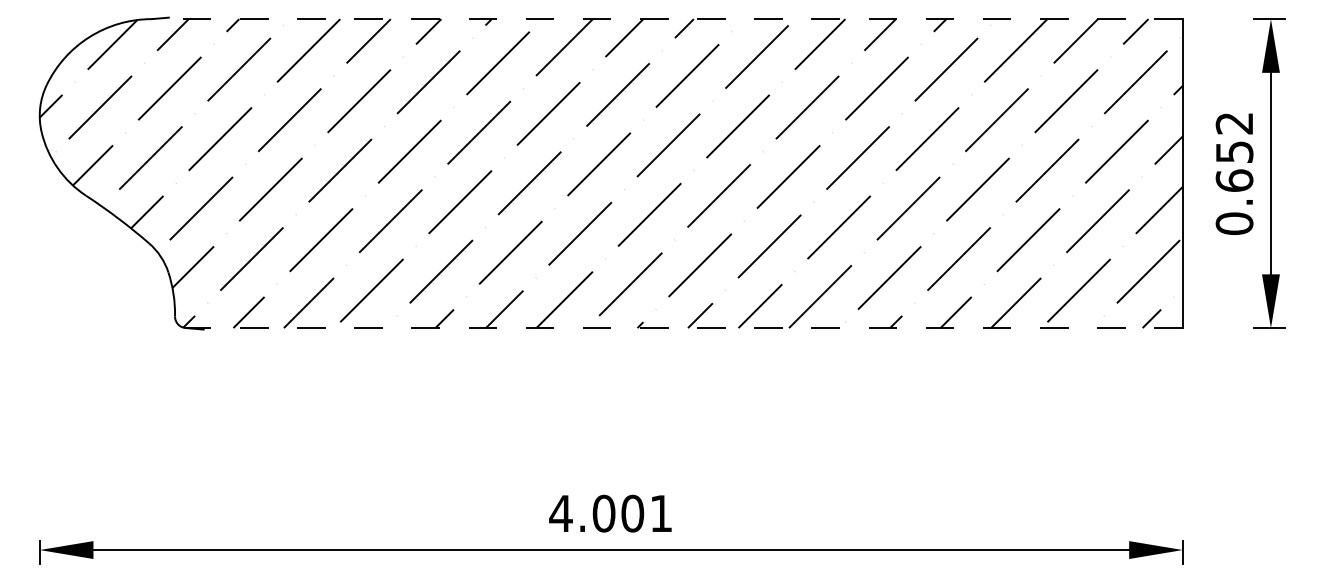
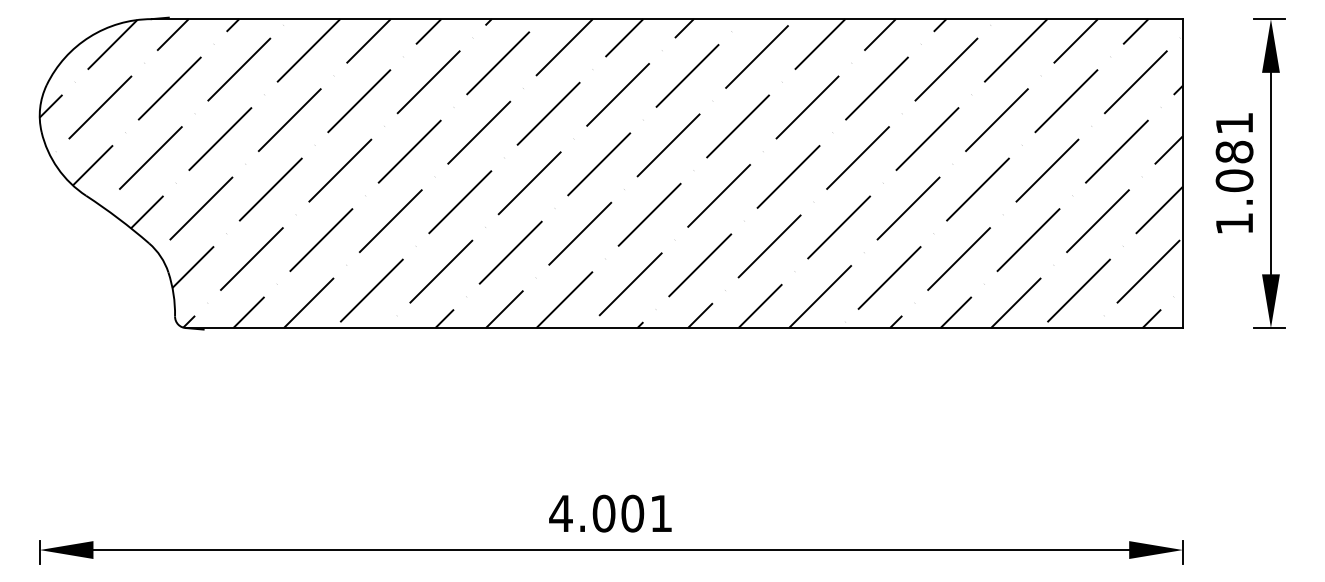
line at (667, 19): dashed -> solid
text at (1234, 173): 0.652 -> 1.081
line at (684, 328): dashed -> solid
